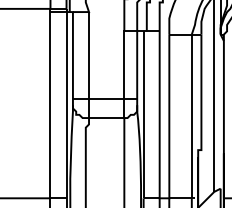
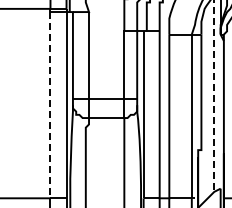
line at (214, 95): solid -> dashed
line at (50, 105): solid -> dashed
